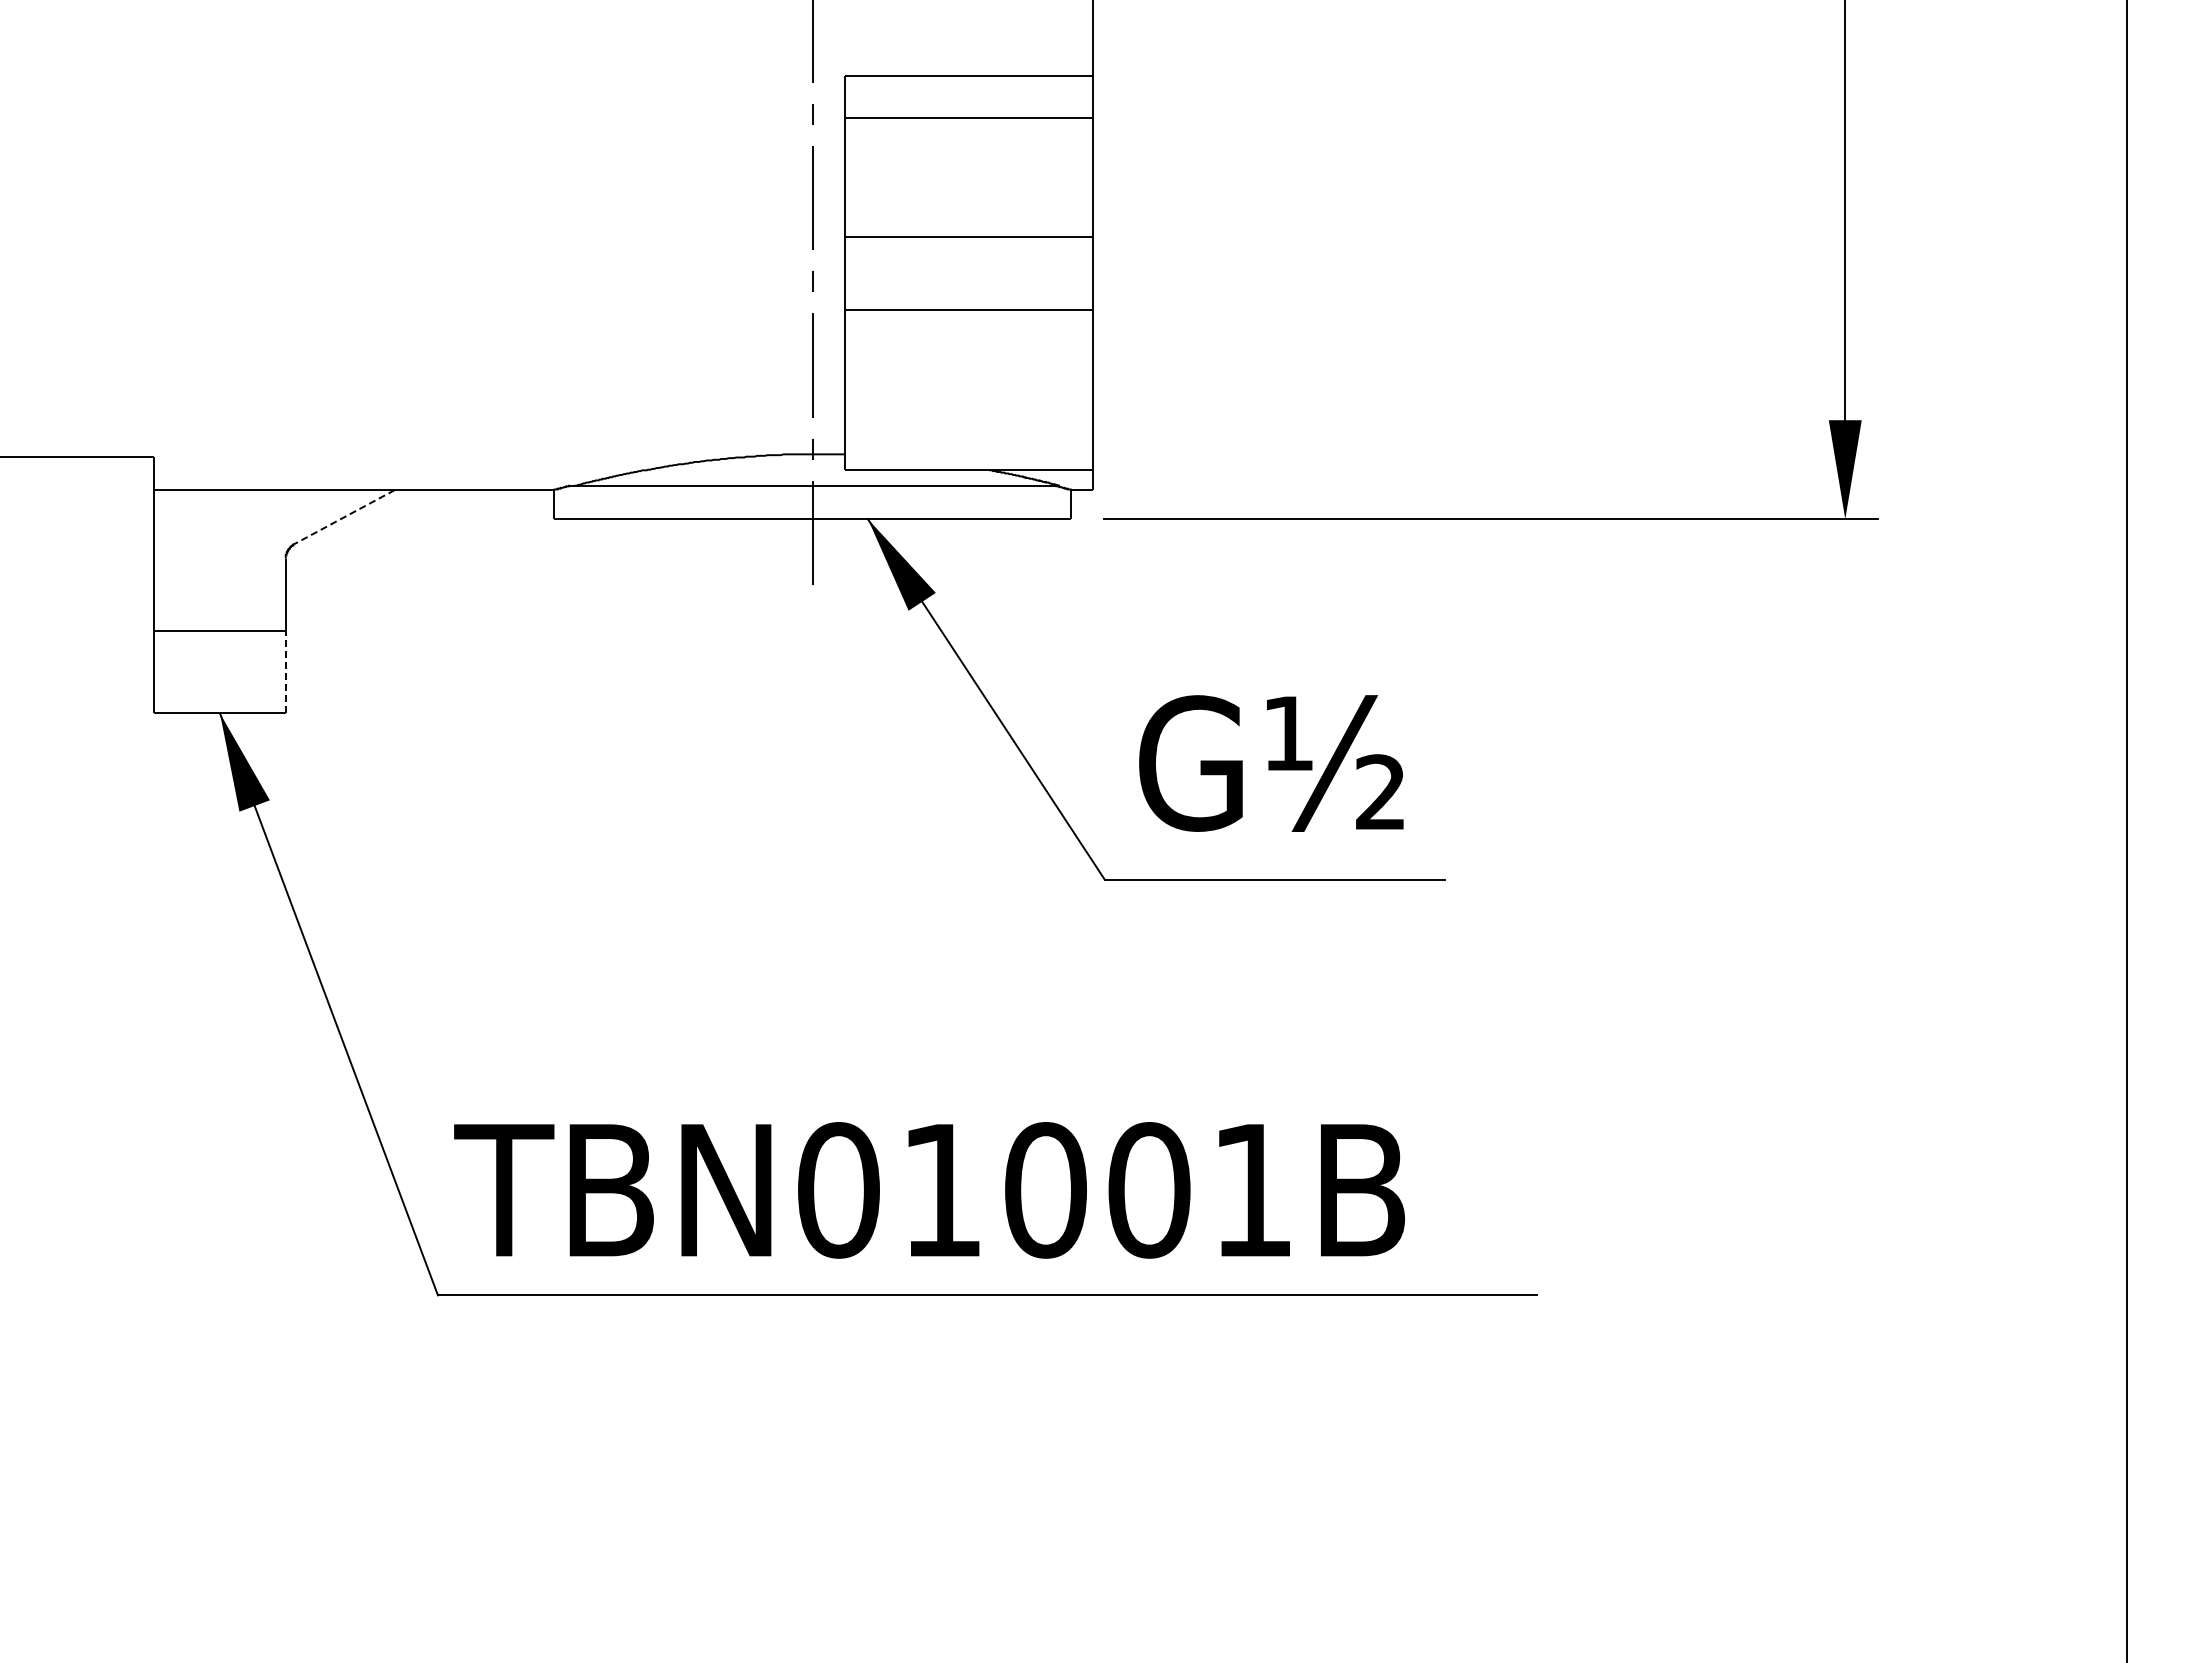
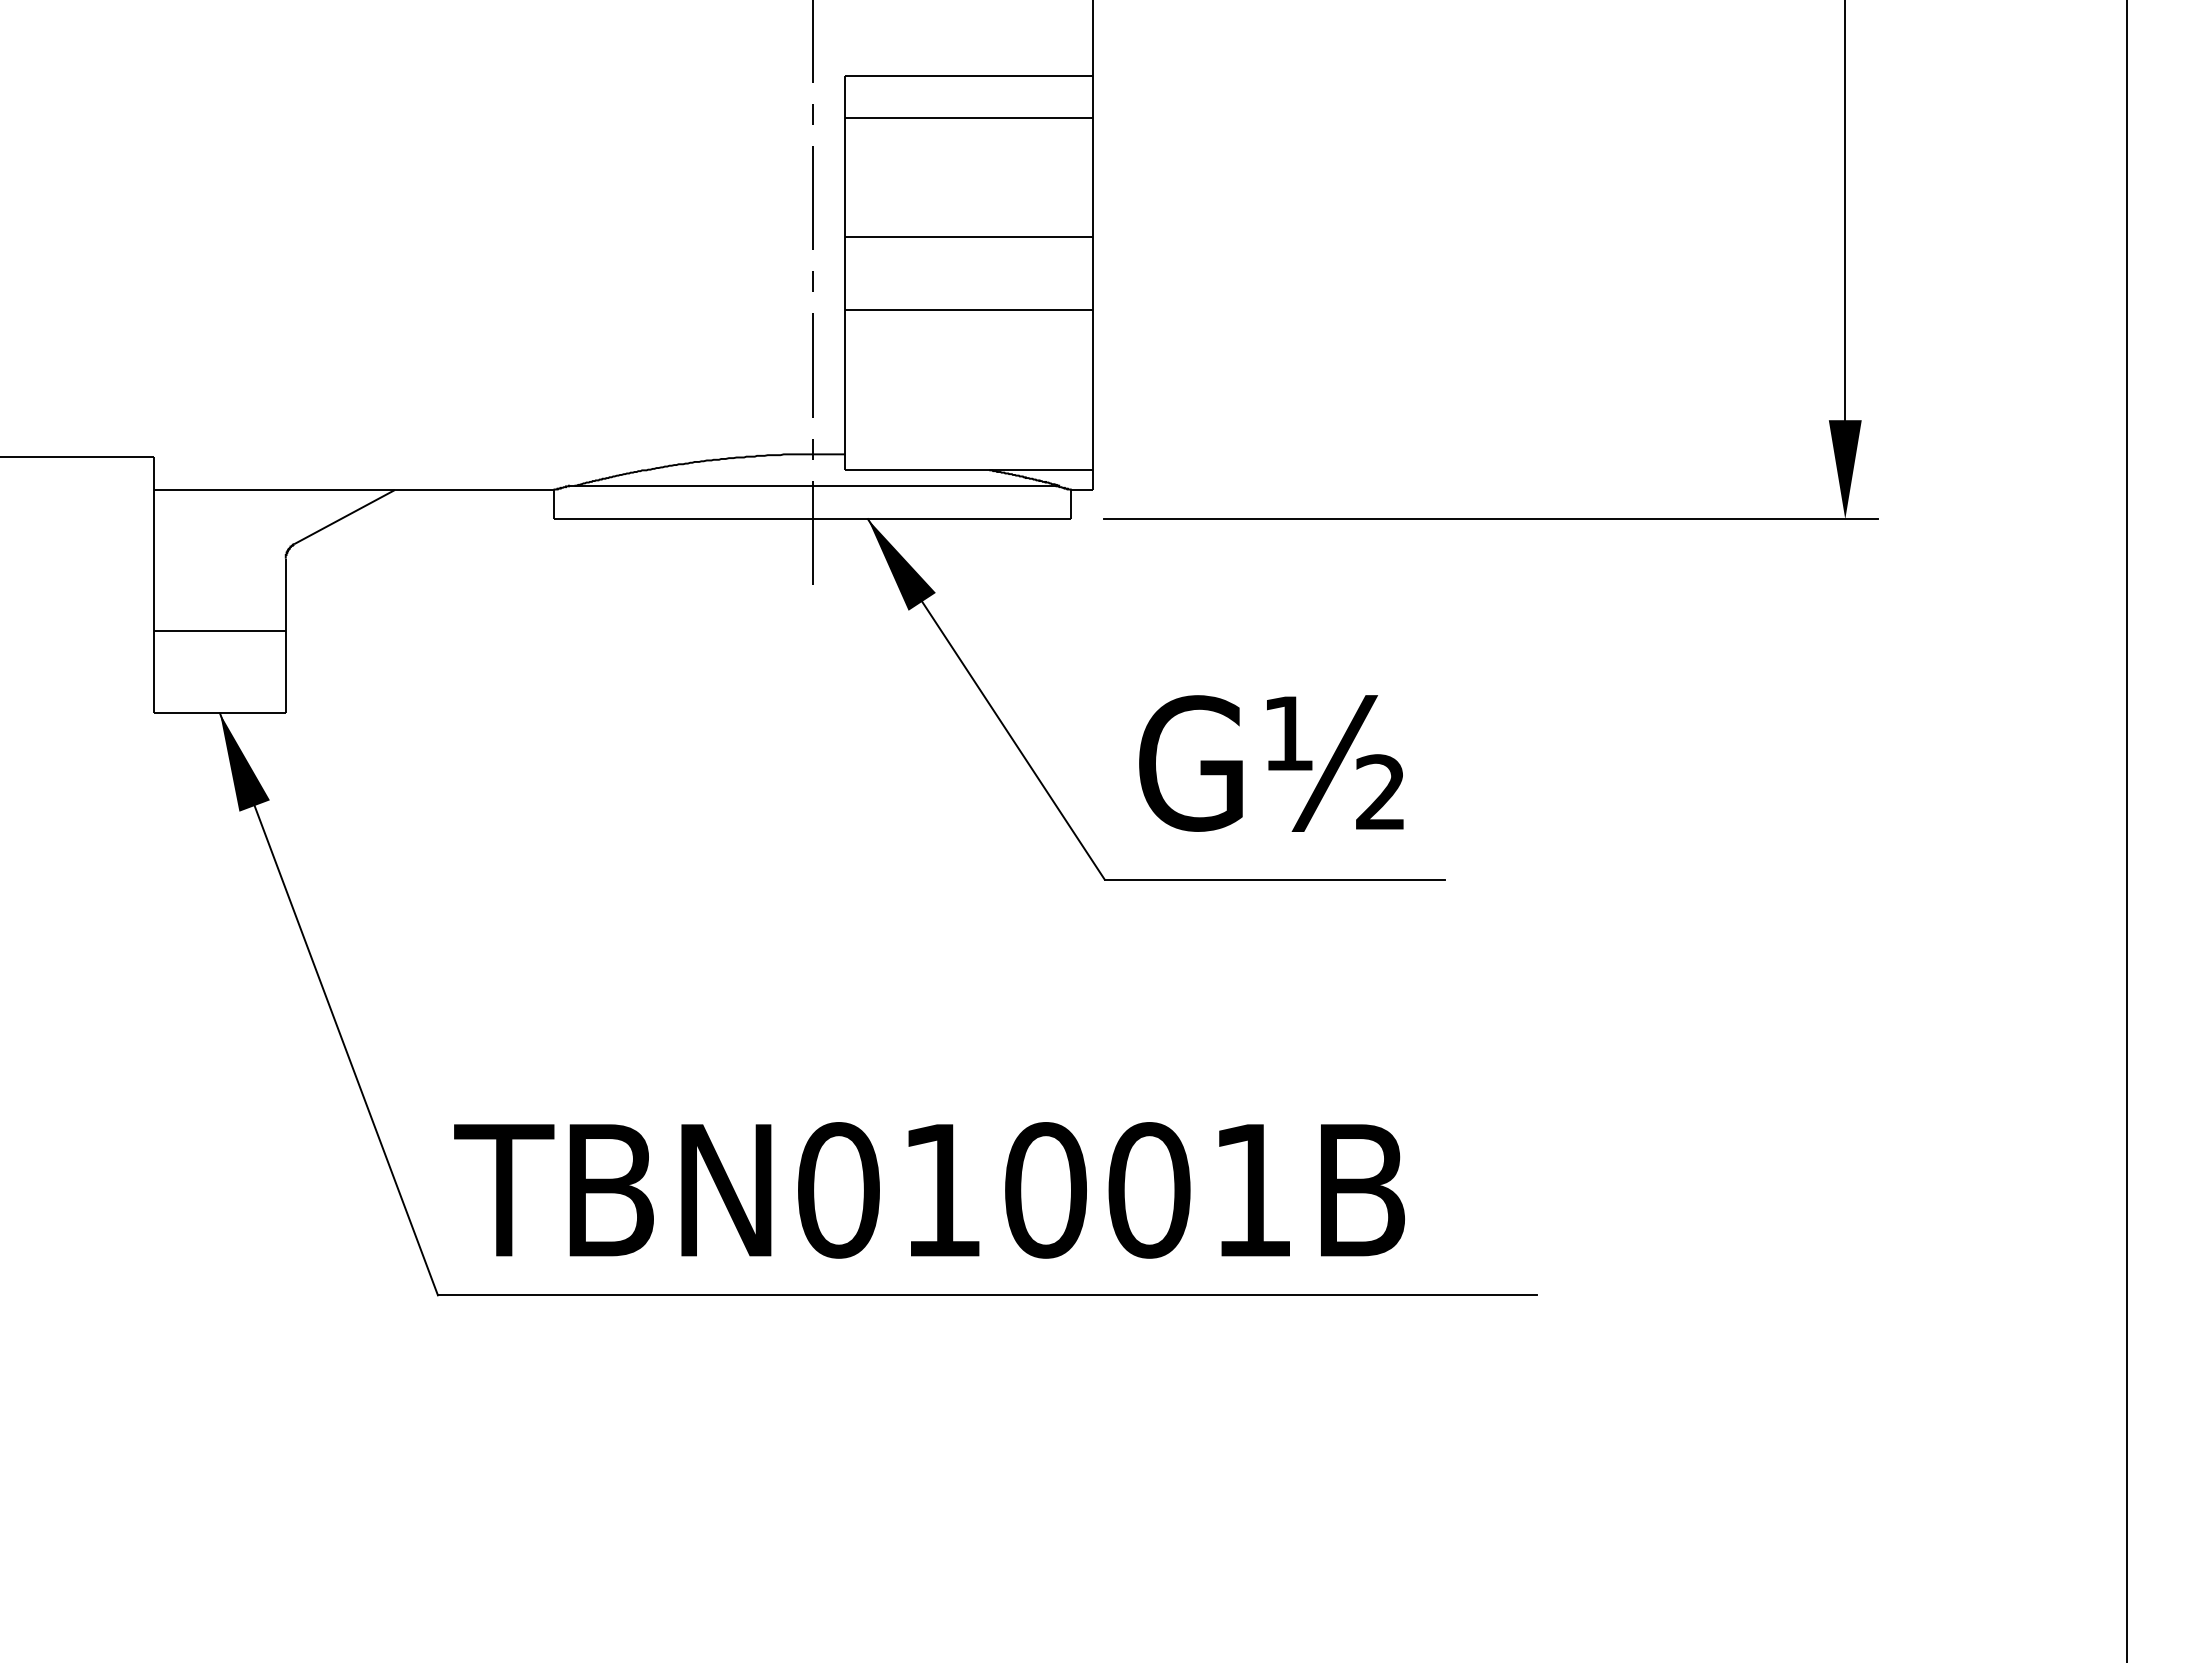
line at (344, 517): dashed -> solid
line at (285, 671): dashed -> solid
